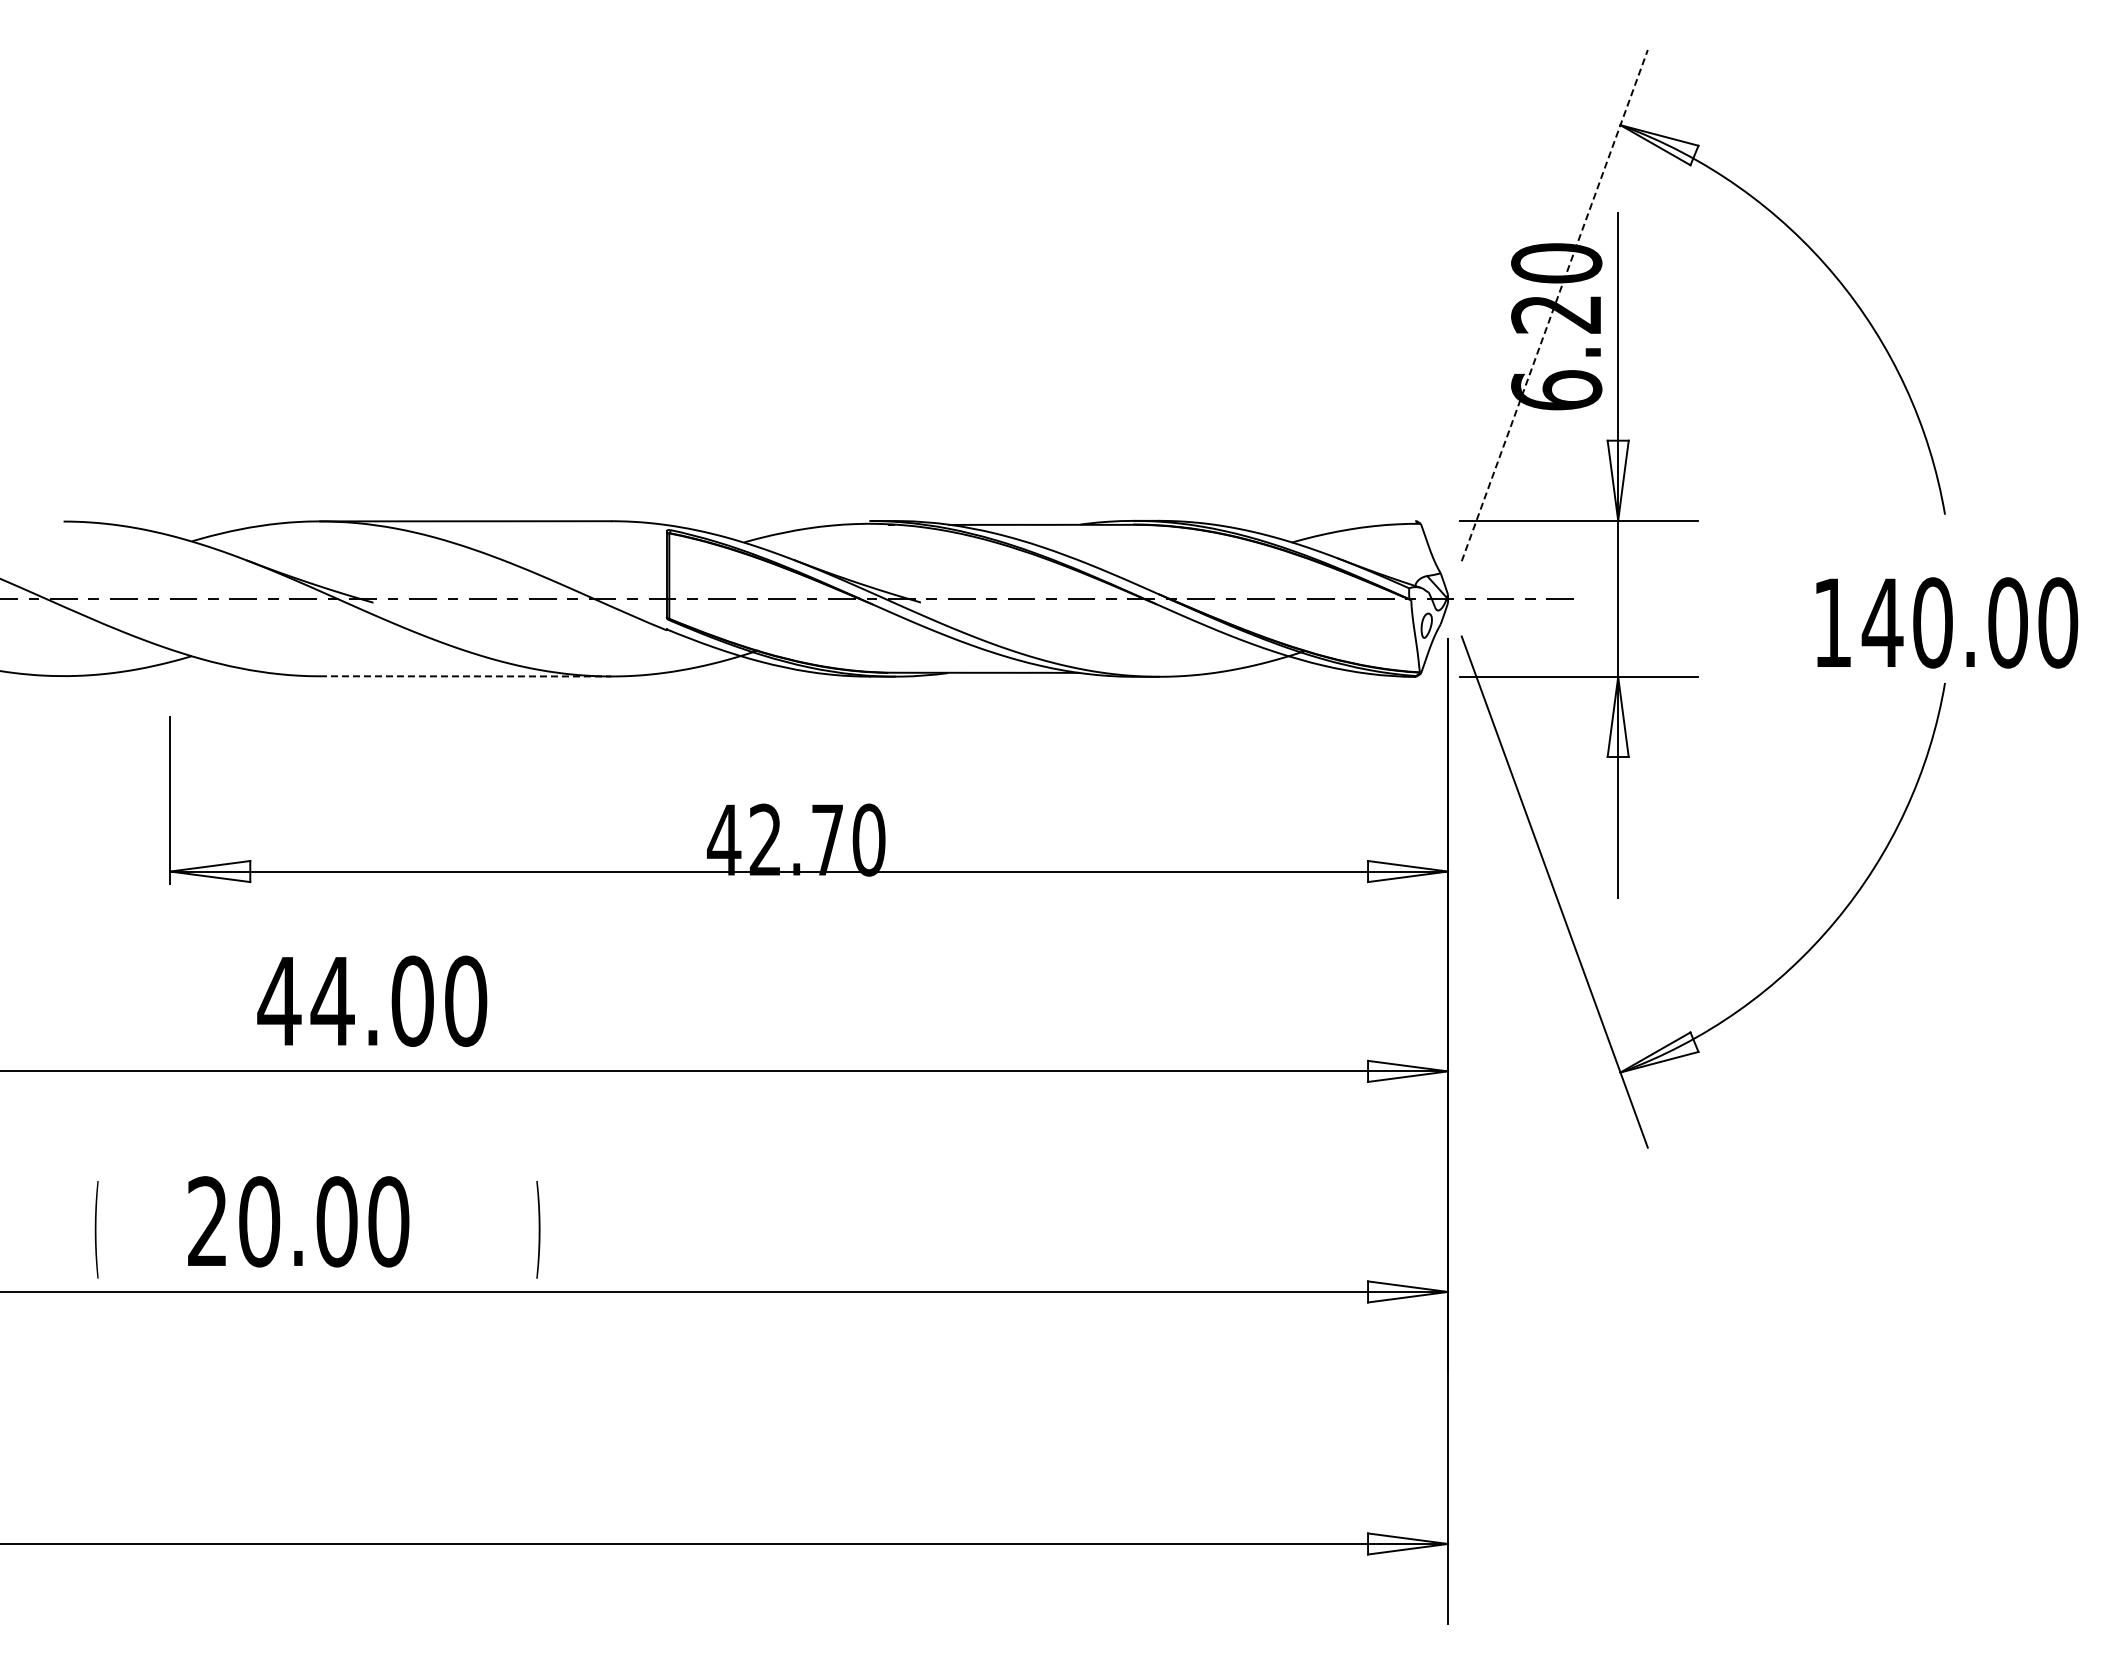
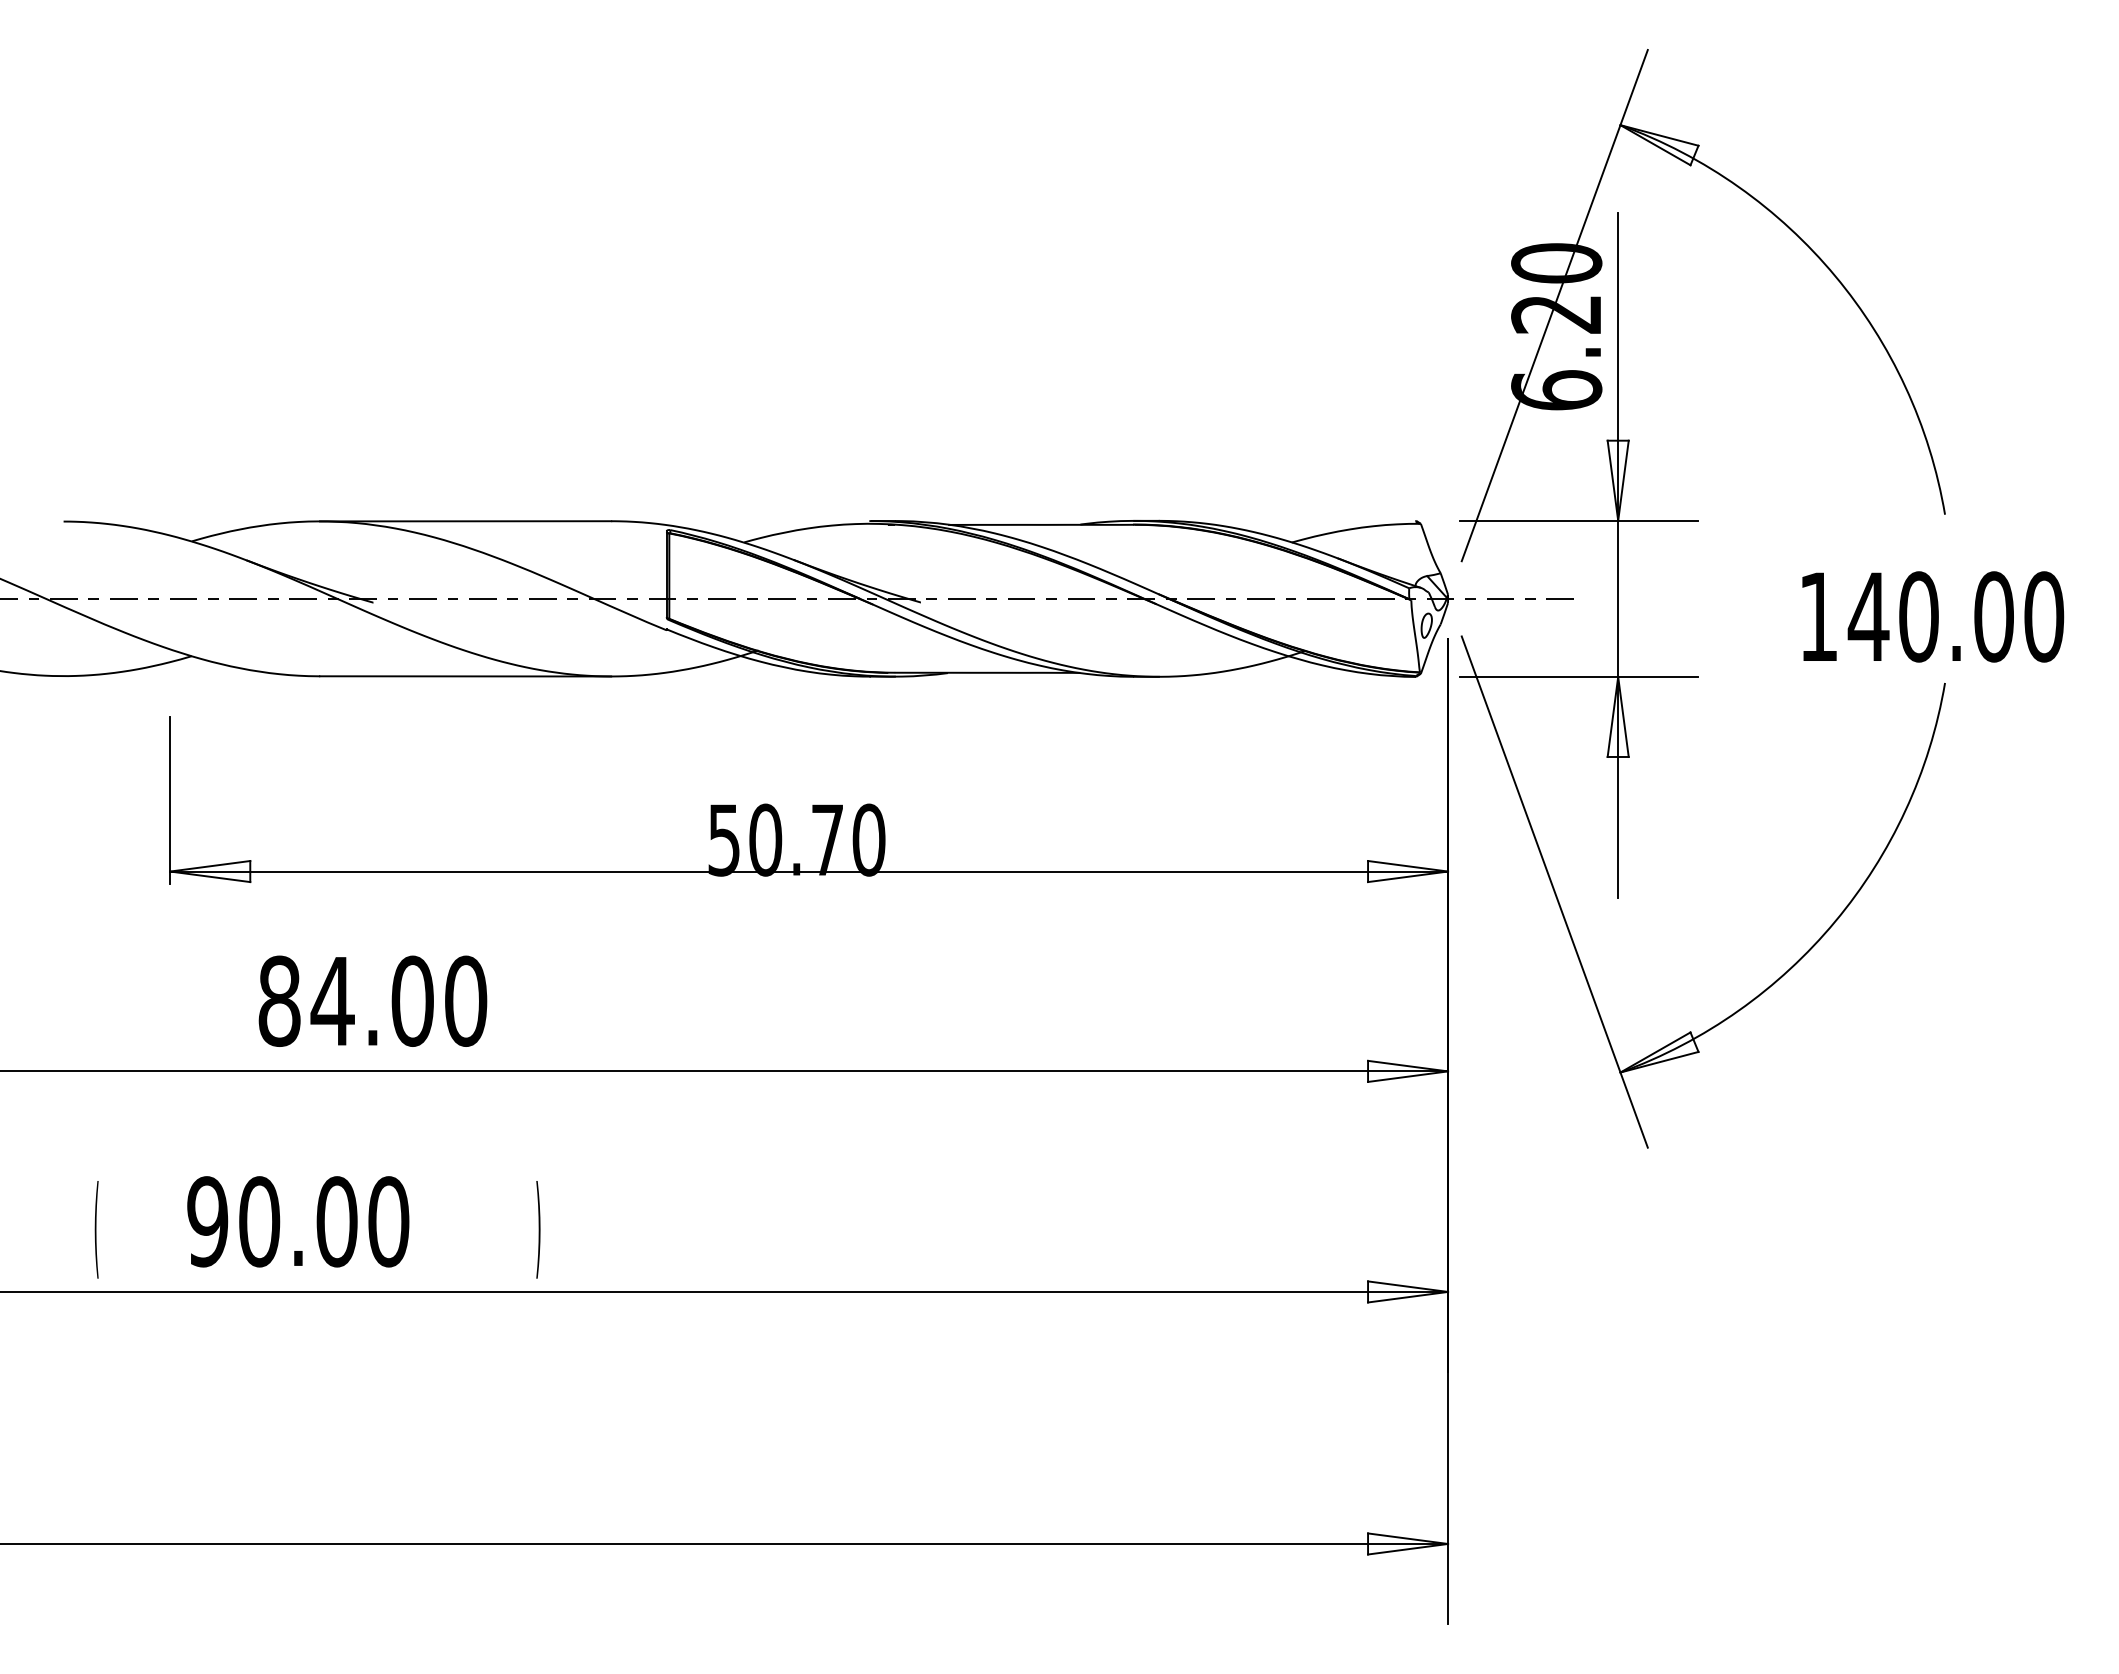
line at (1554, 305): dashed -> solid
text at (1947, 622) position: (1947, 622) -> (1933, 616)
line at (465, 676): dashed -> solid
text at (744, 839): 42.70 -> 50.70
text at (279, 1000): 44.00 -> 84.00
text at (207, 1221): 20.00 -> 90.00
